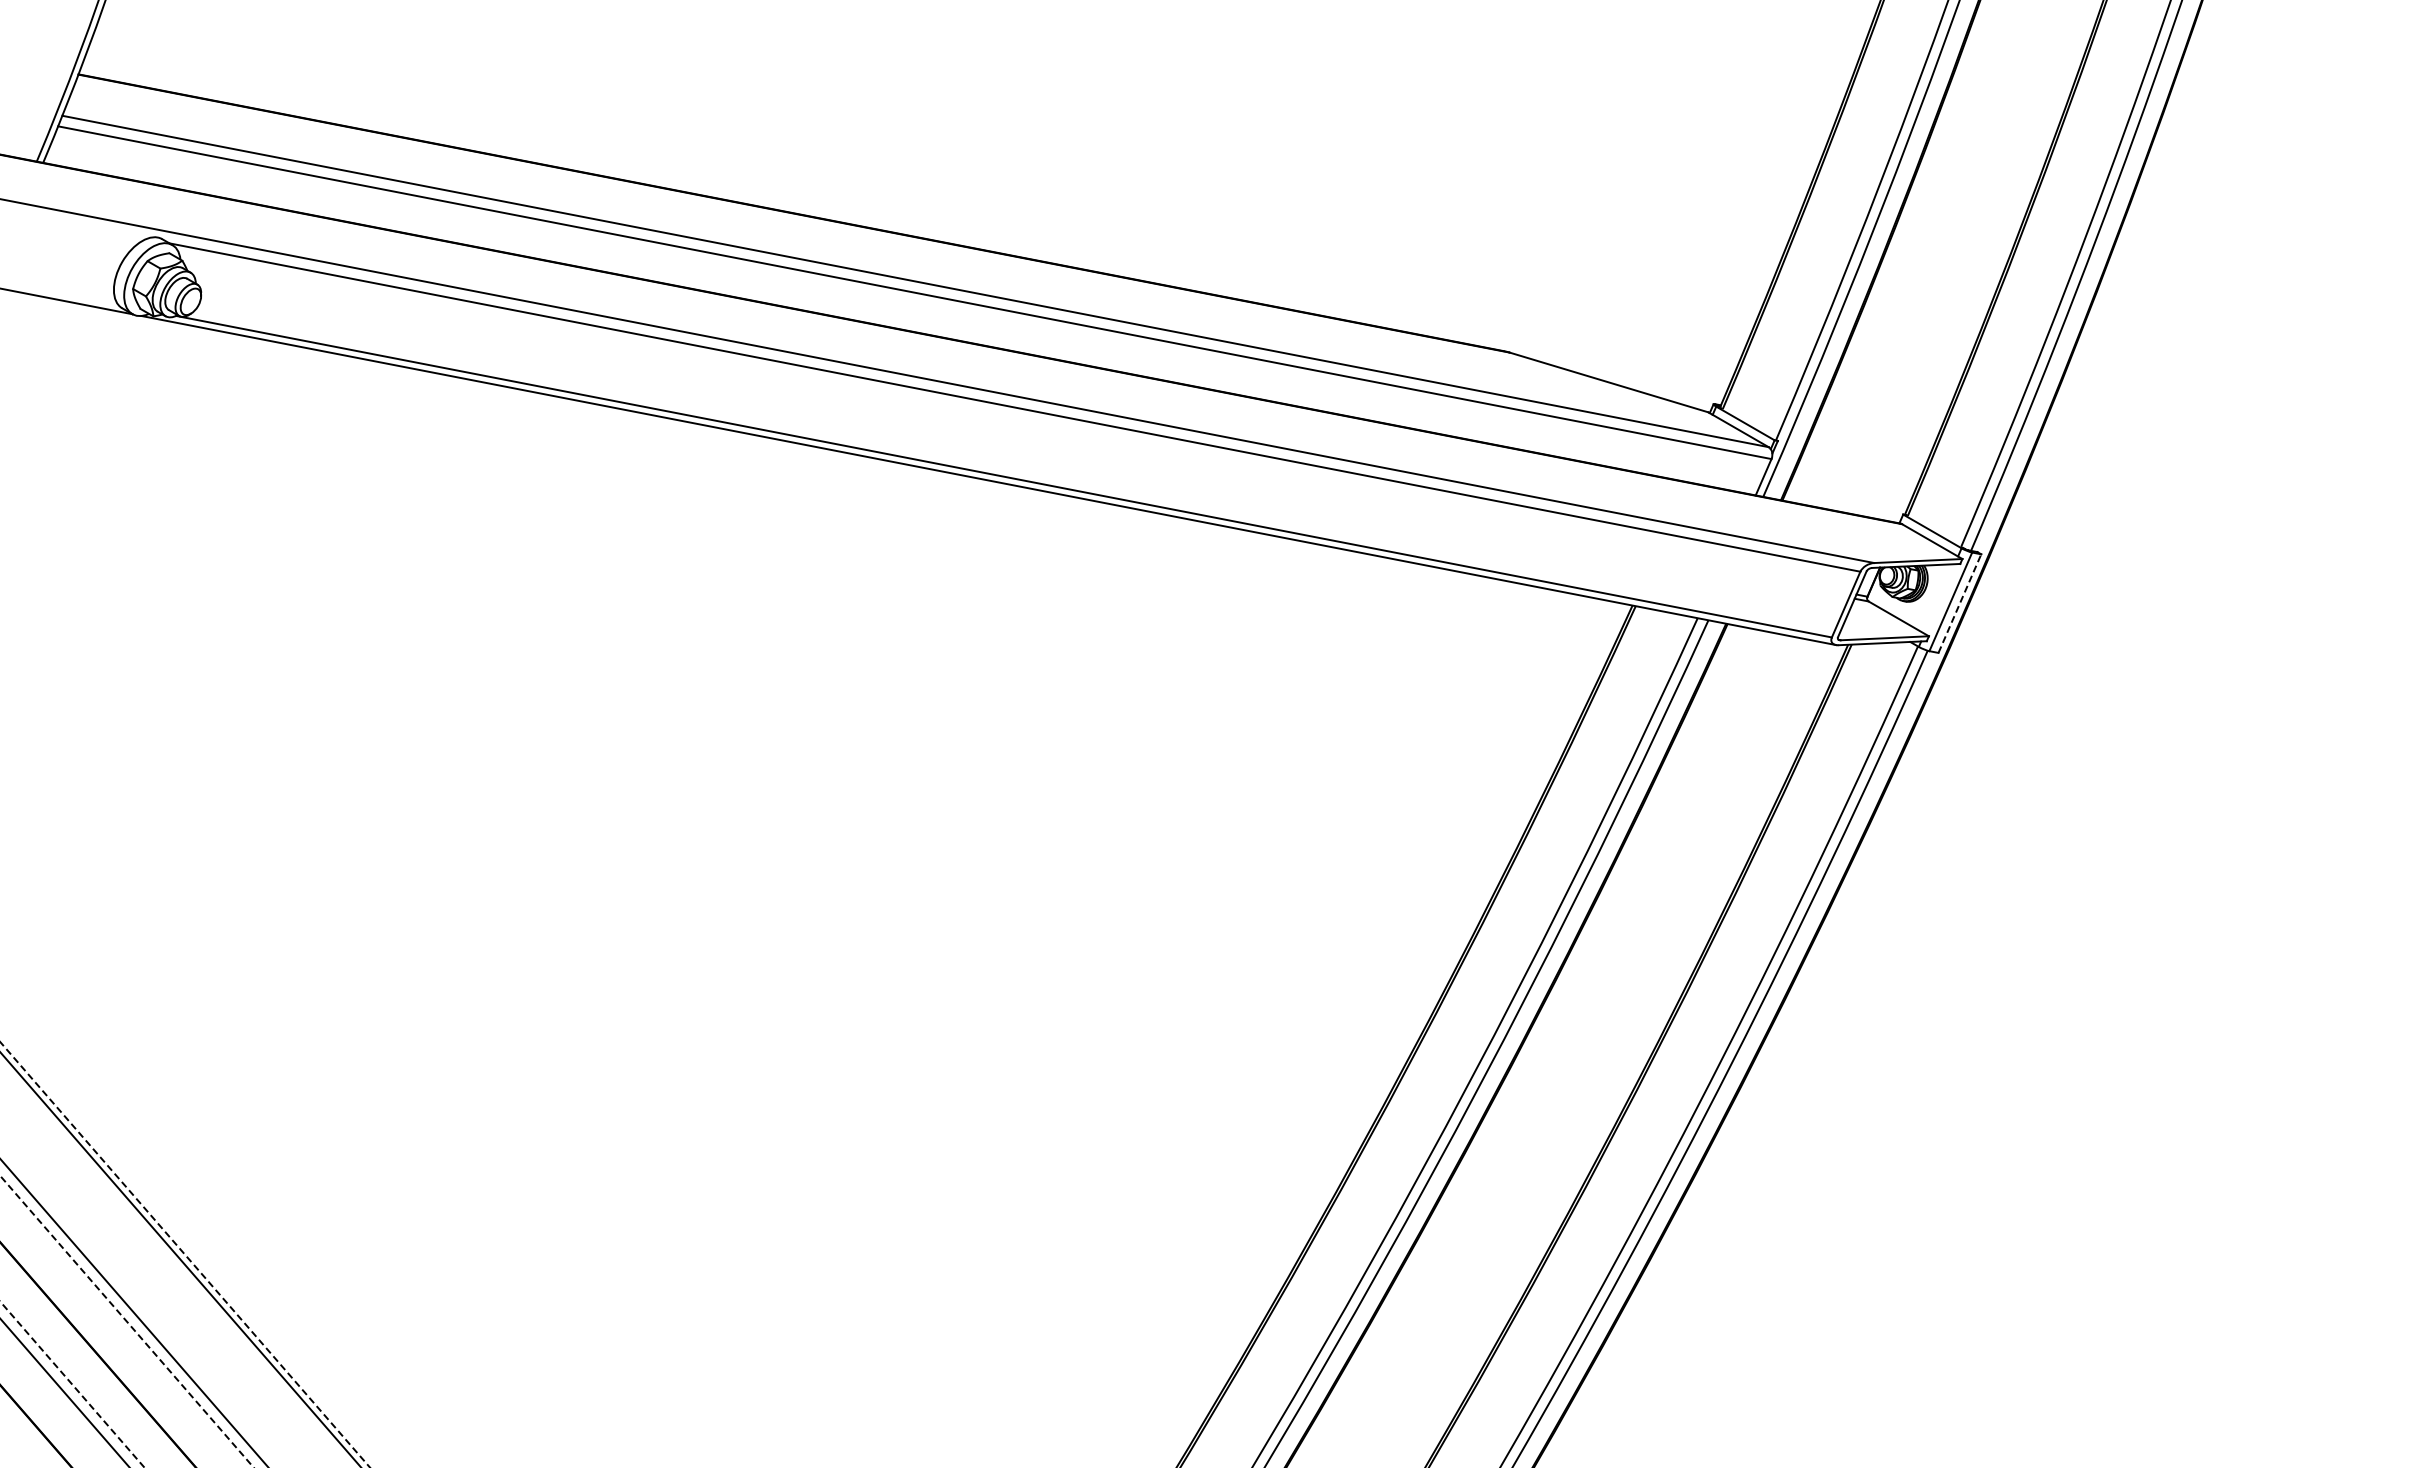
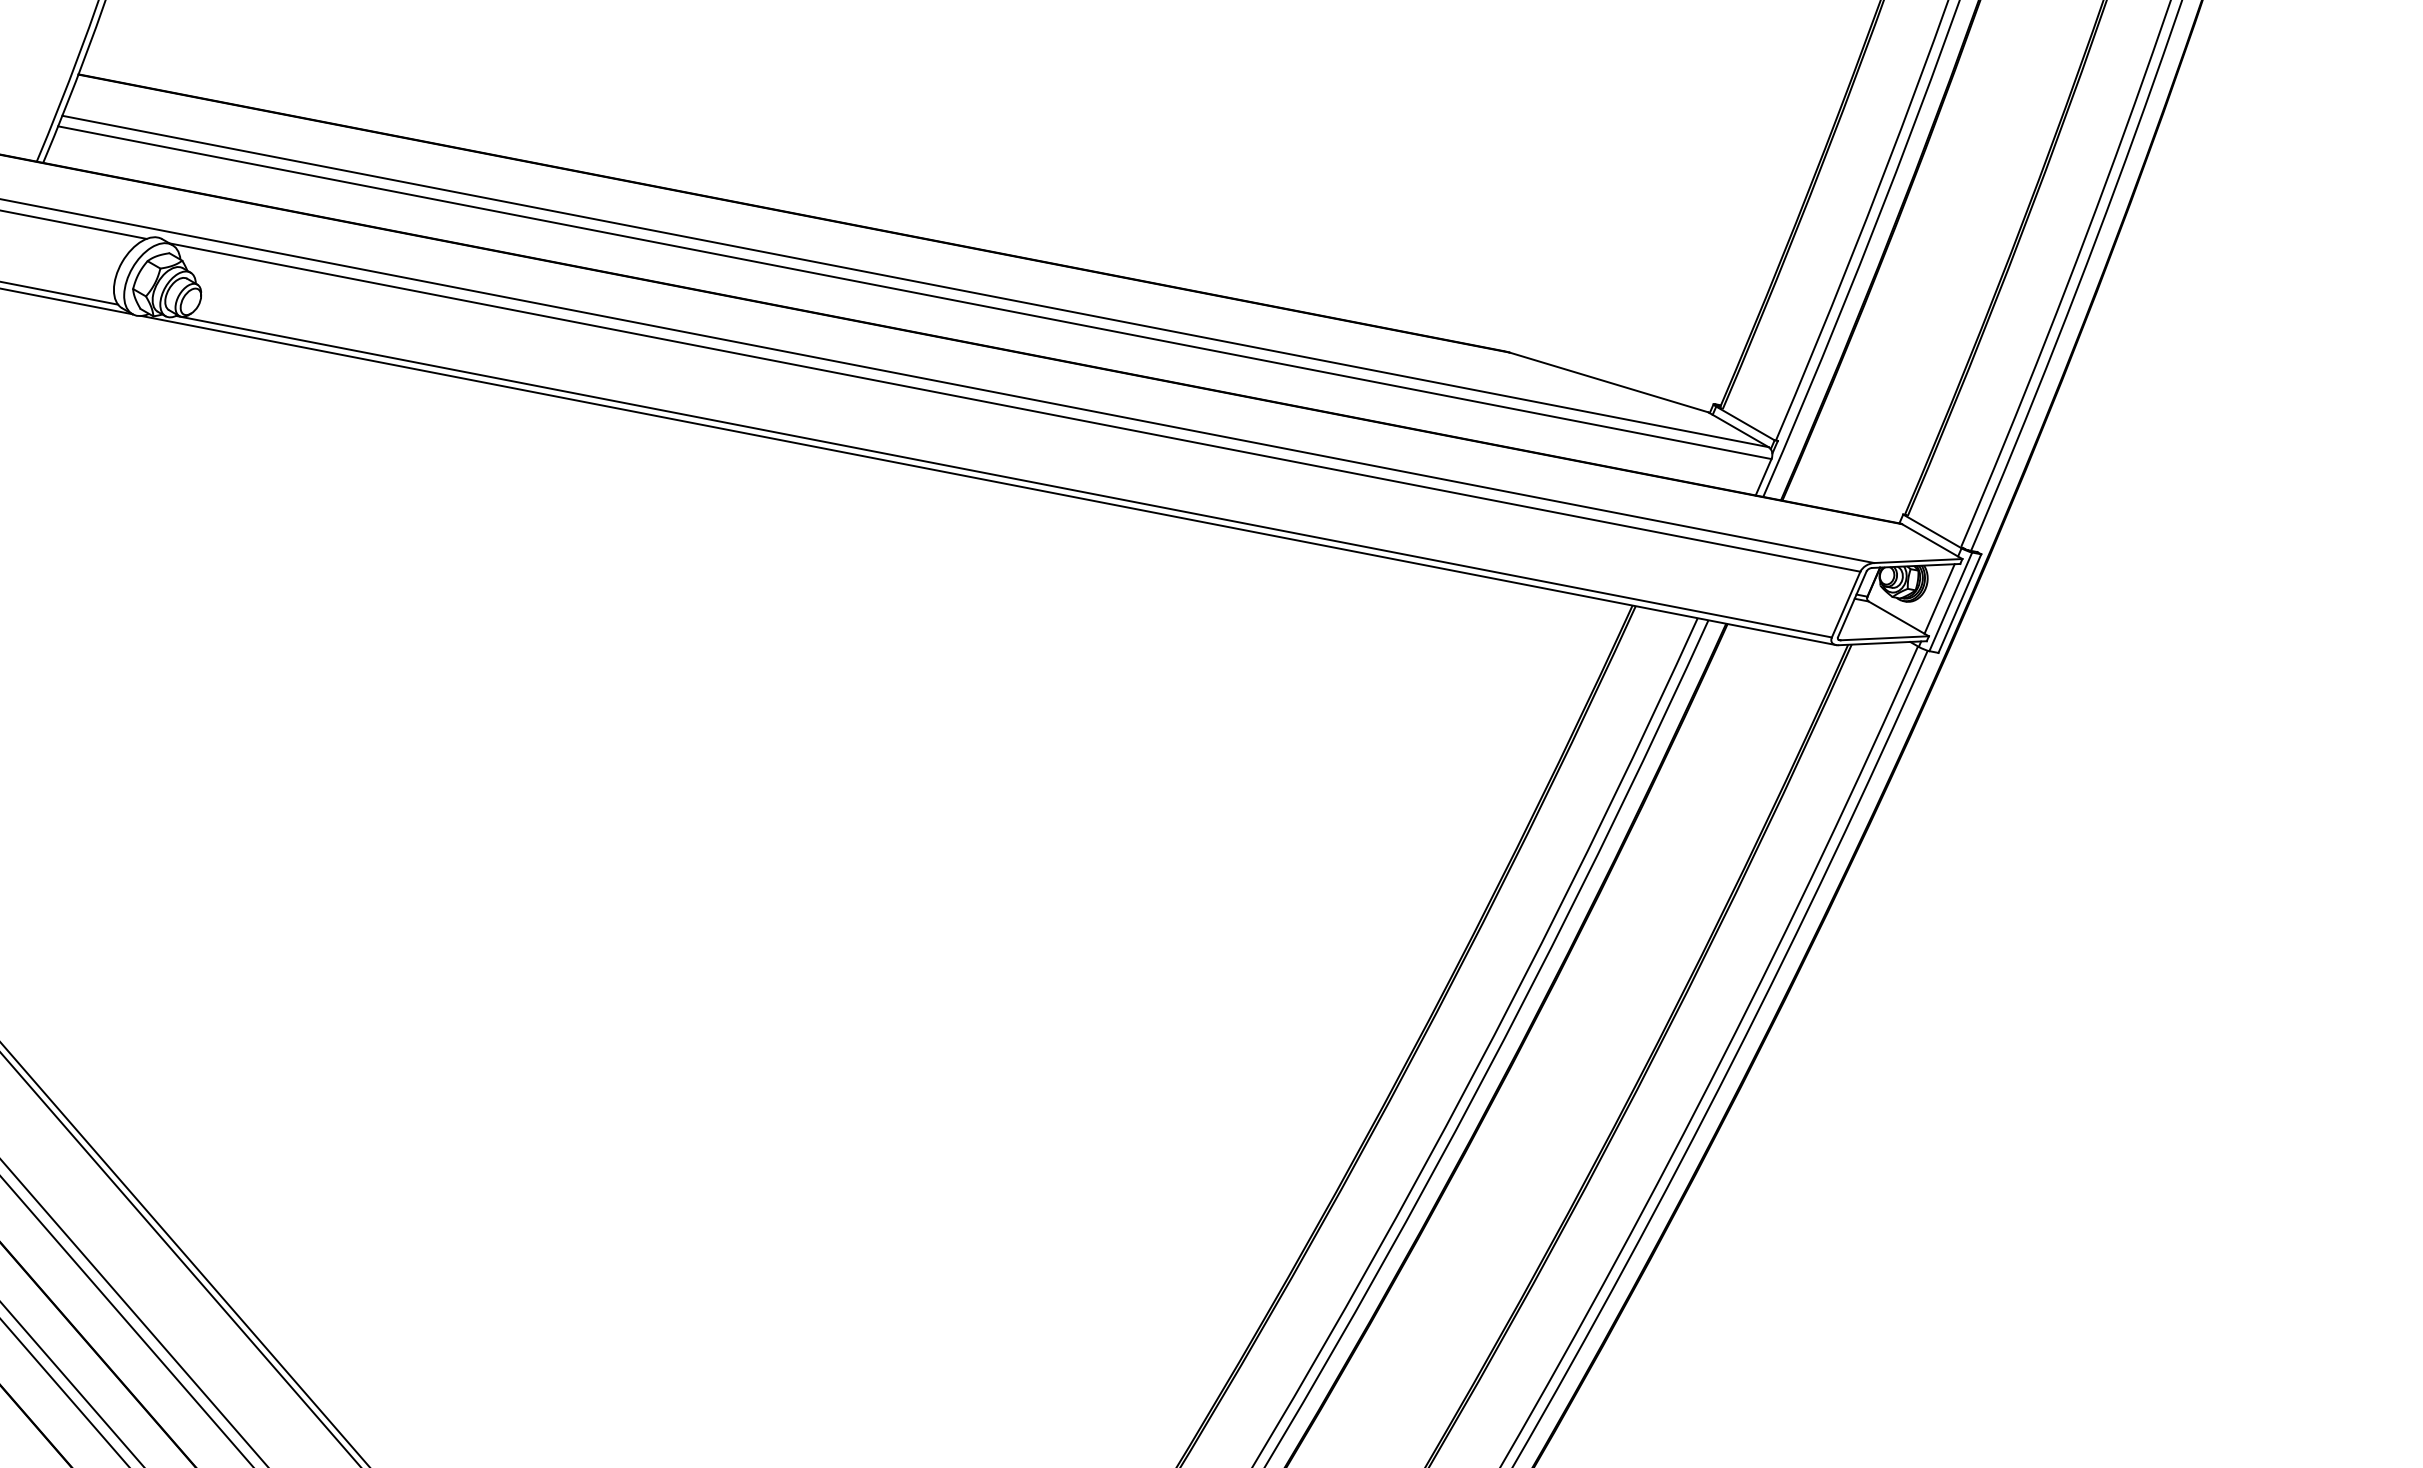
line at (74, 224): none -> present
line at (60, 293): none -> present
line at (1939, 598): none -> present
line at (1959, 603): dashed -> solid
line at (185, 1255): dashed -> solid
line at (127, 1322): dashed -> solid
line at (72, 1384): dashed -> solid
